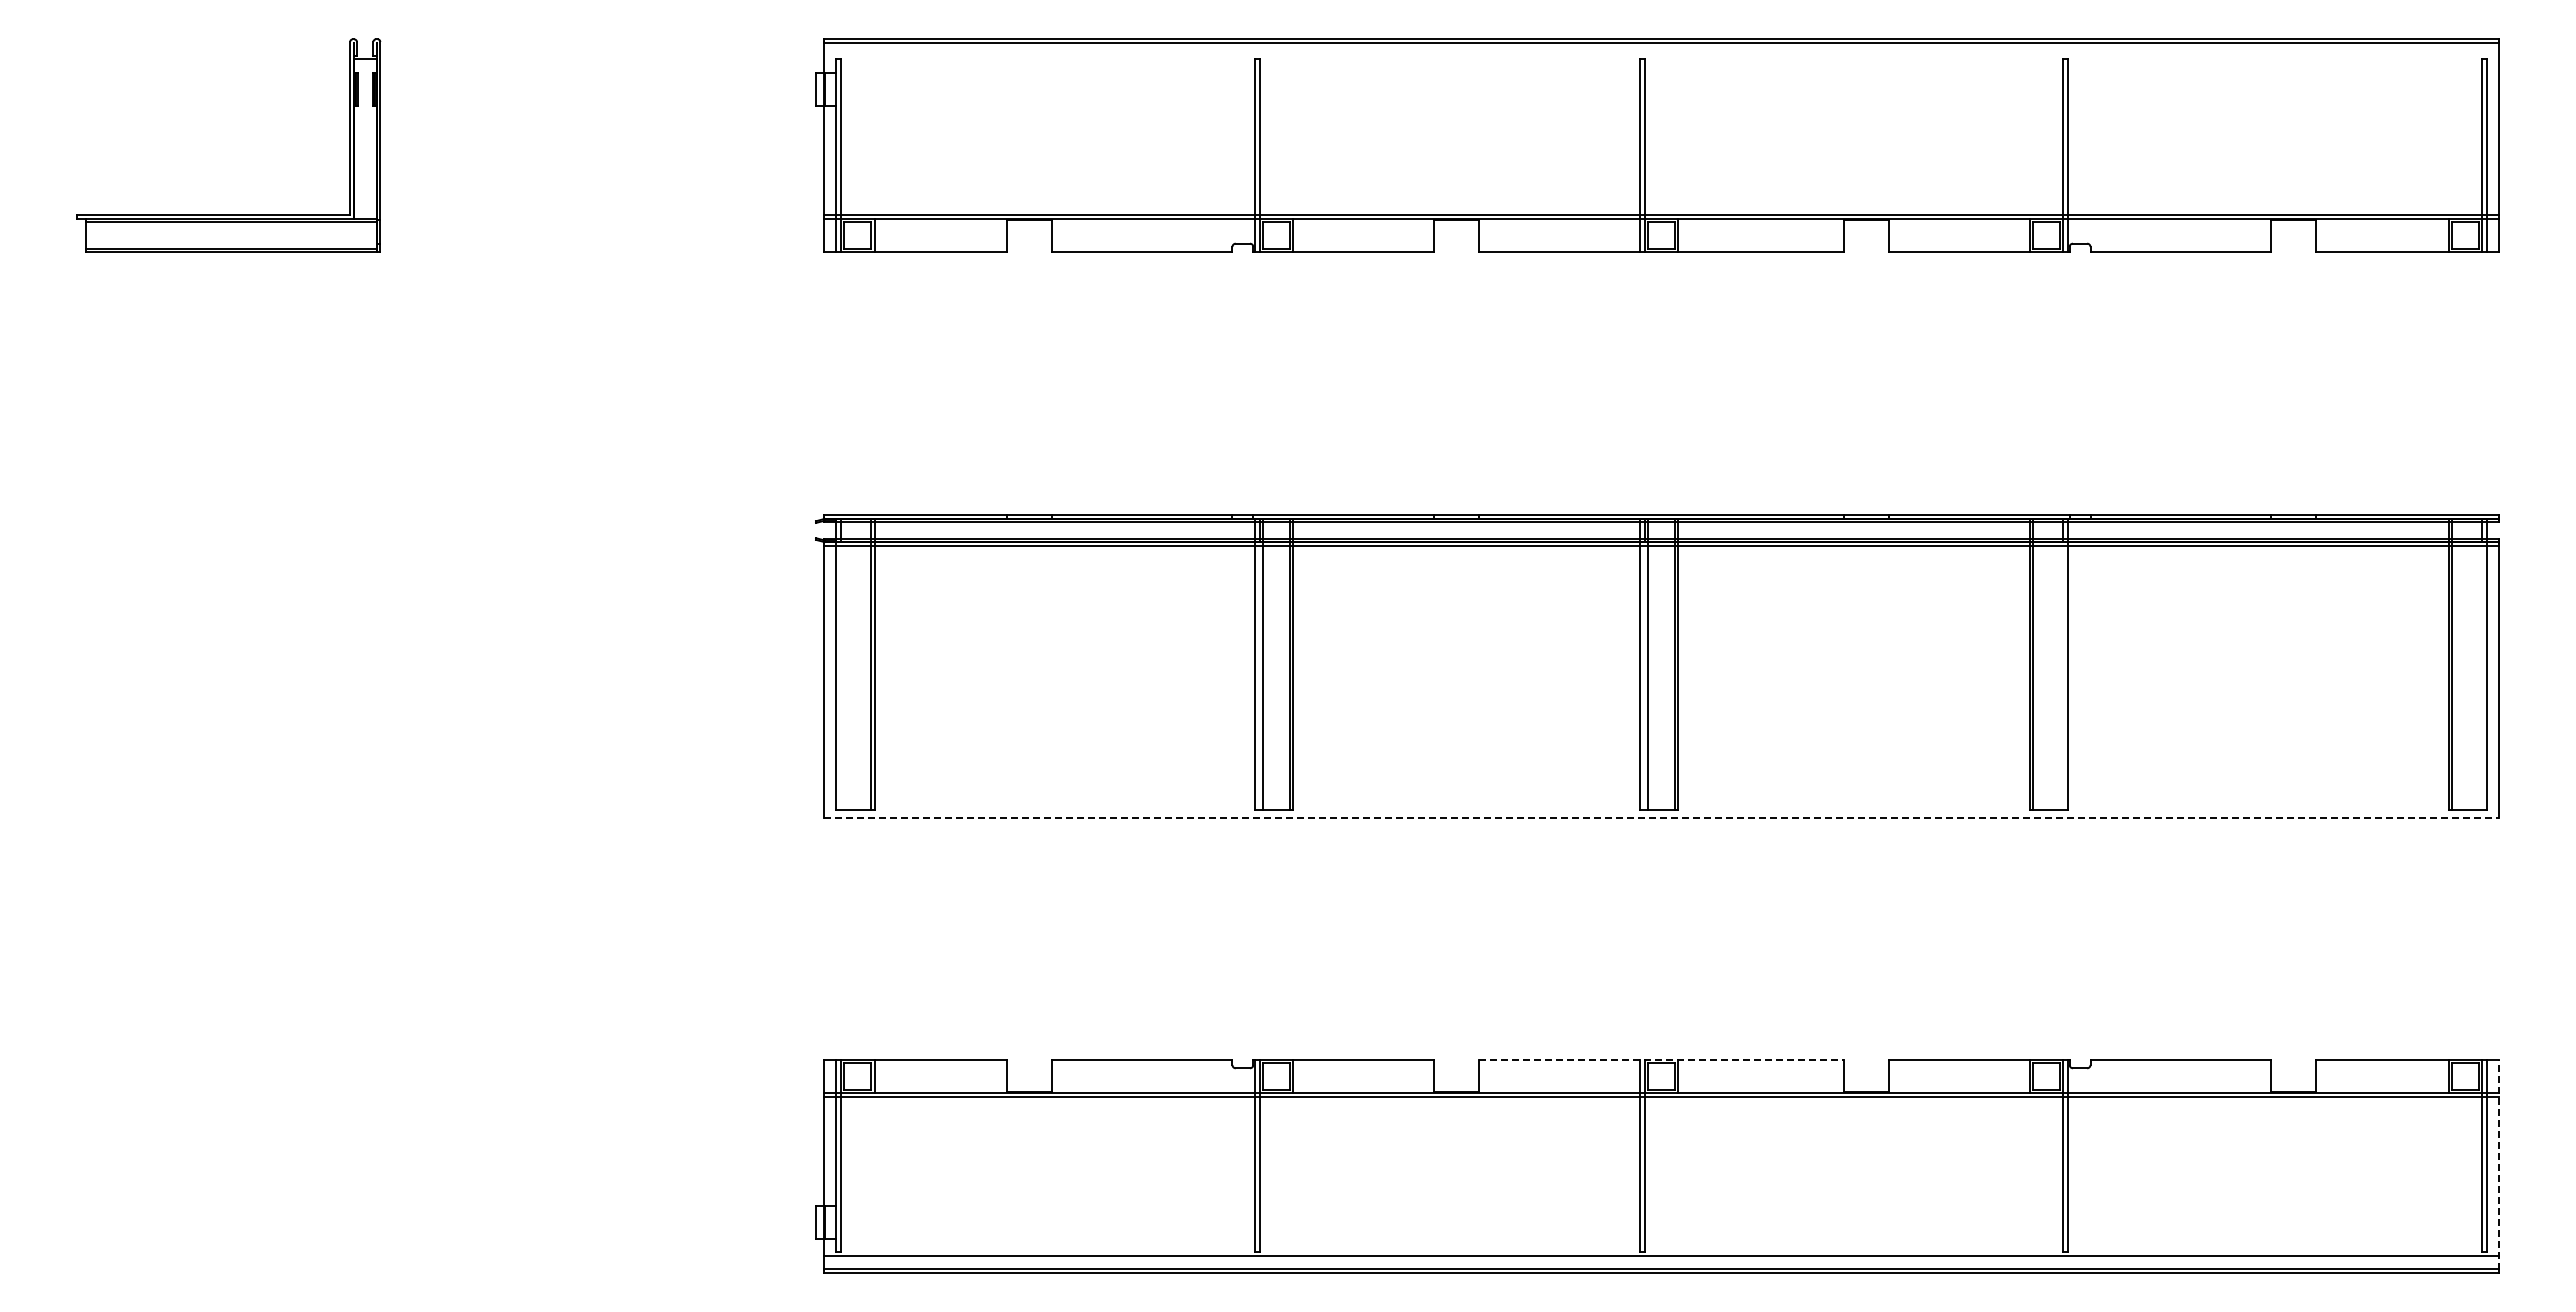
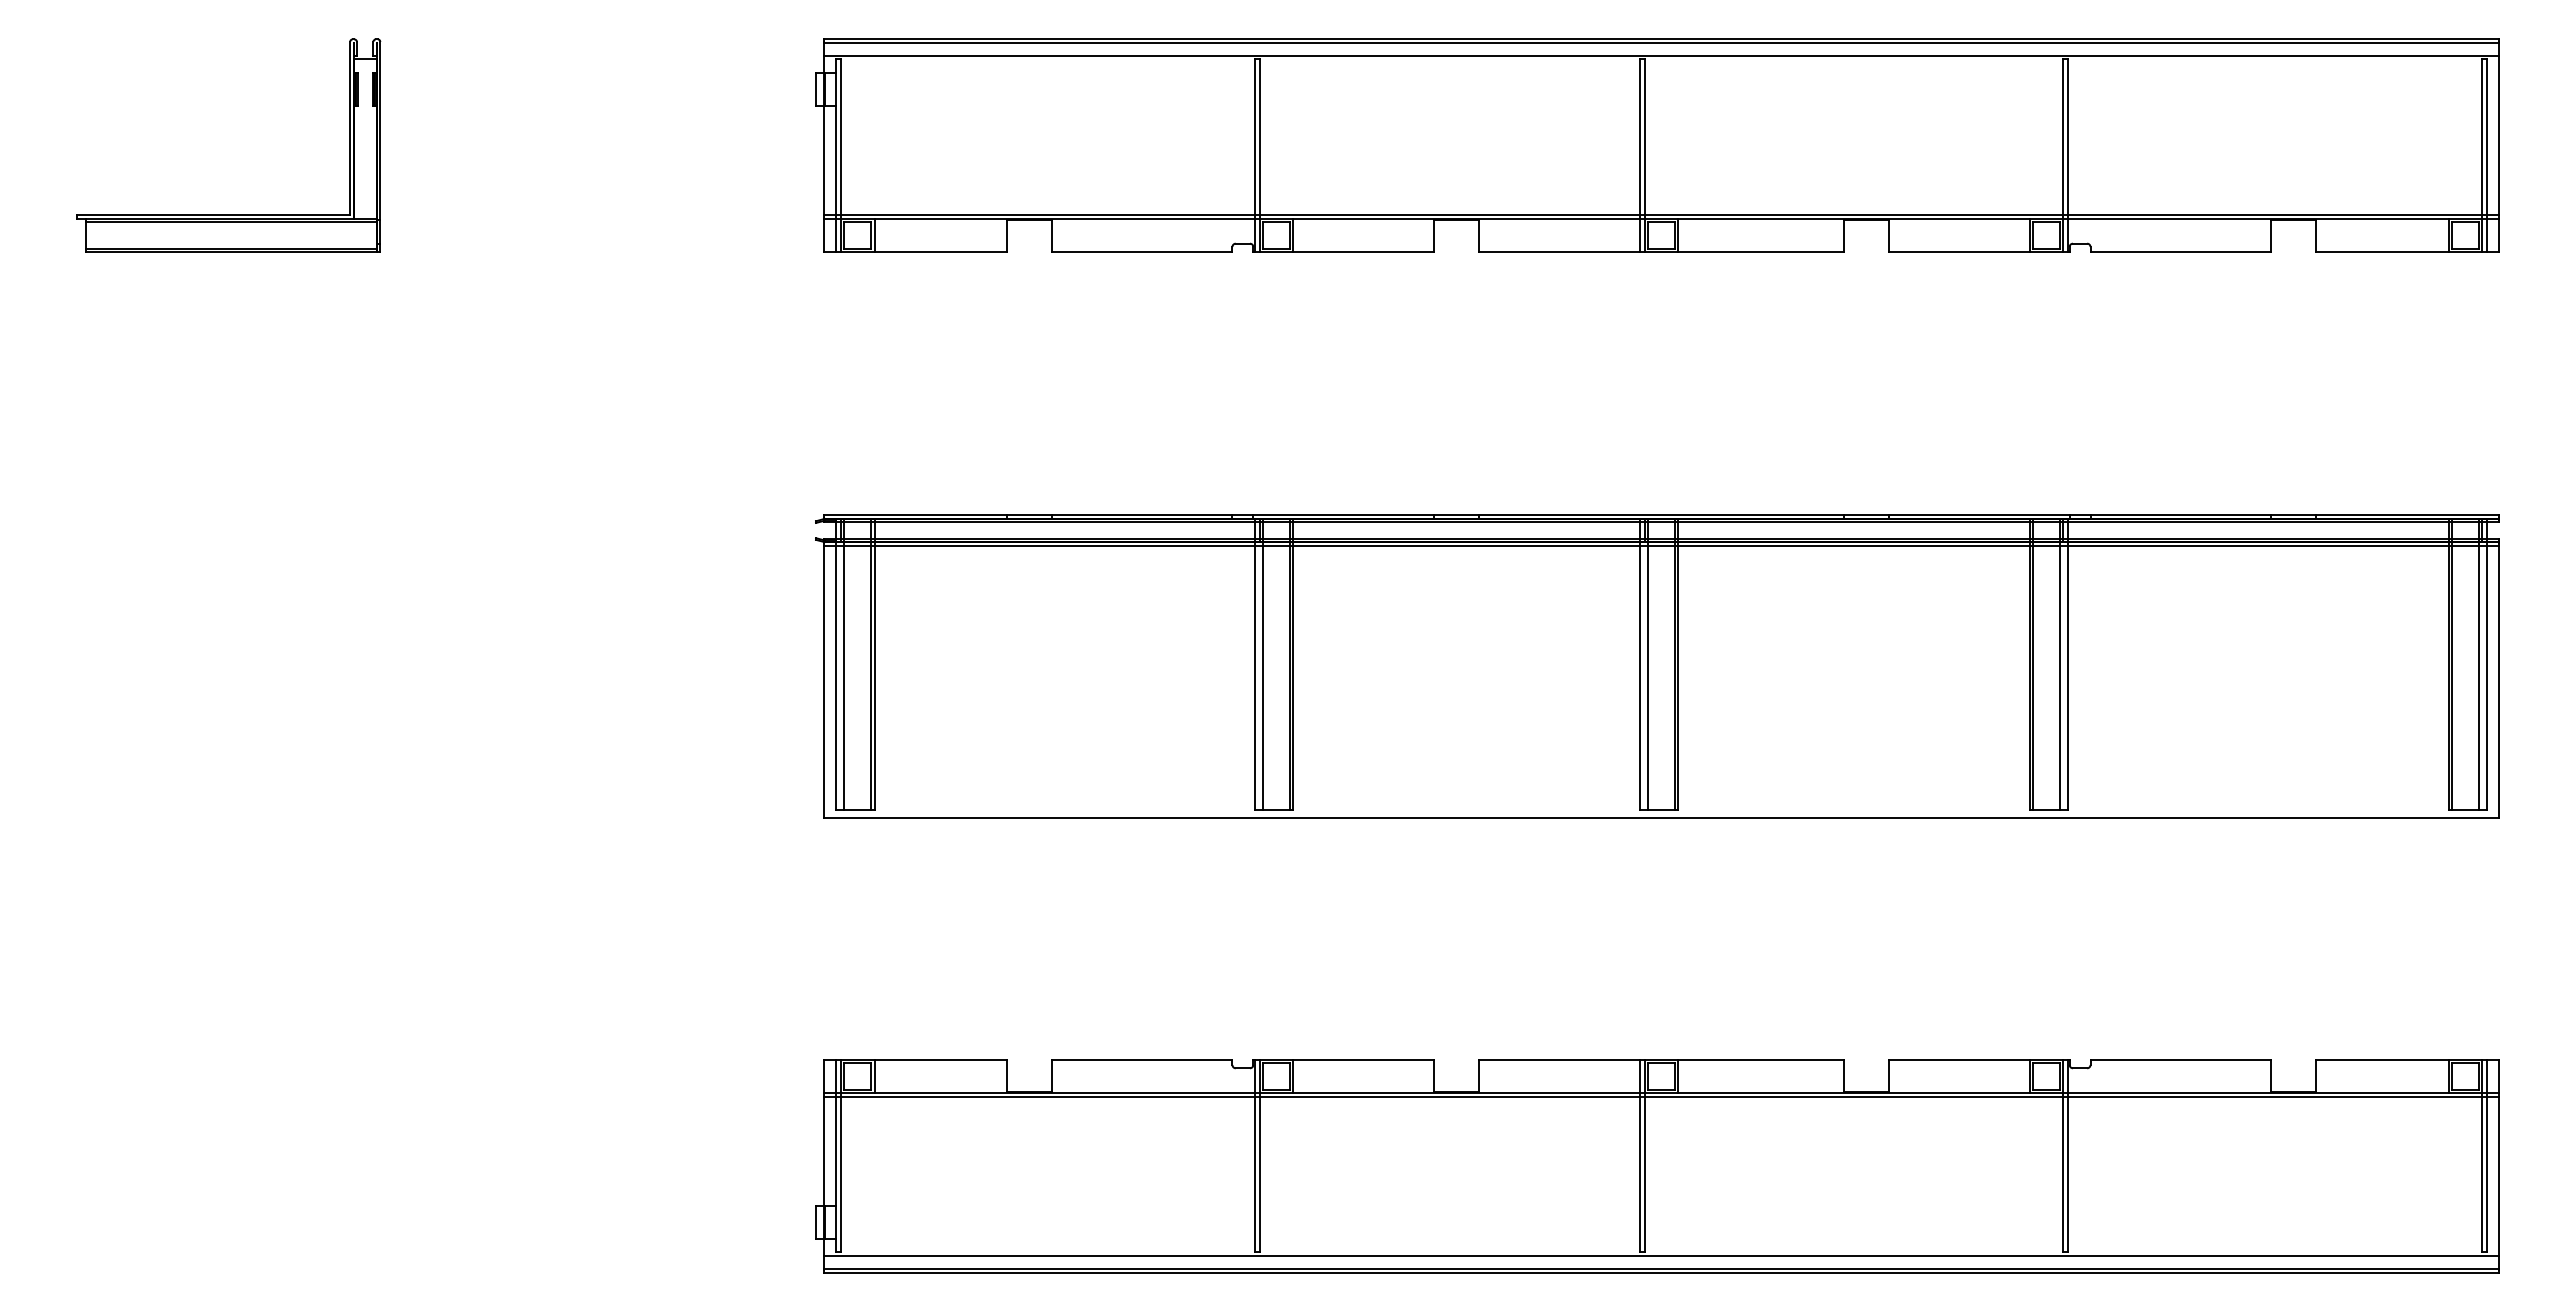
line at (1661, 56): none -> present
line at (844, 664): none -> present
line at (2060, 664): none -> present
line at (2478, 664): none -> present
line at (1662, 818): dashed -> solid
line at (1661, 1059): dashed -> solid
line at (2498, 1164): dashed -> solid
